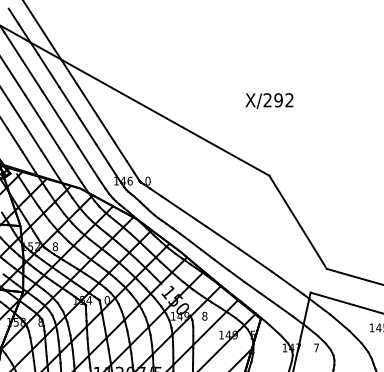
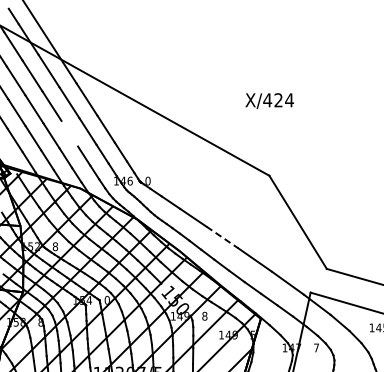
text at (278, 100): X/292 -> X/424
line at (69, 133): present -> none
line at (222, 237): solid -> dashed
